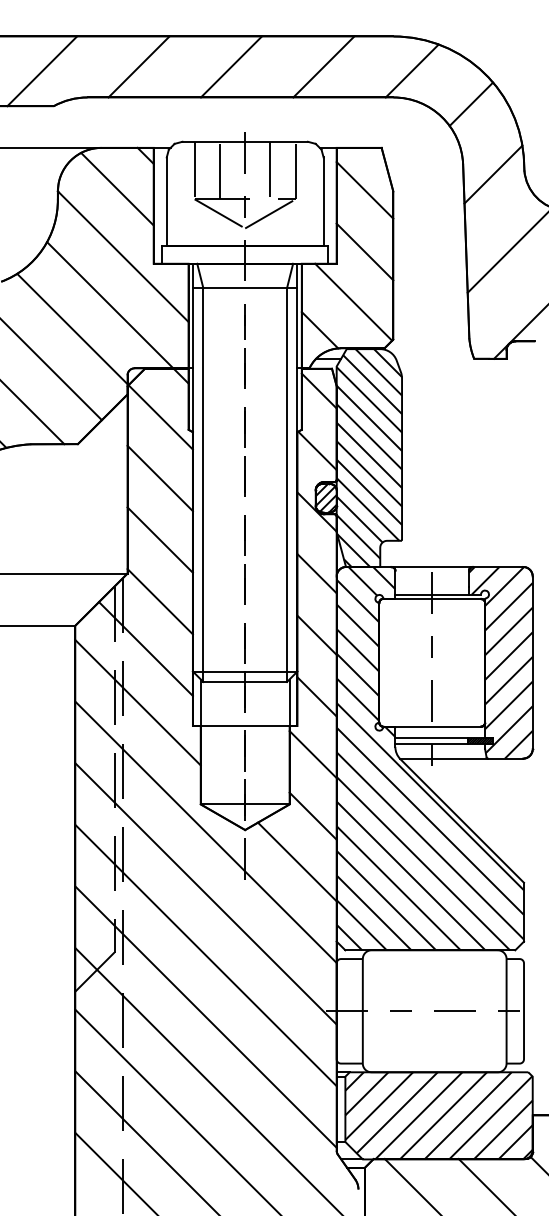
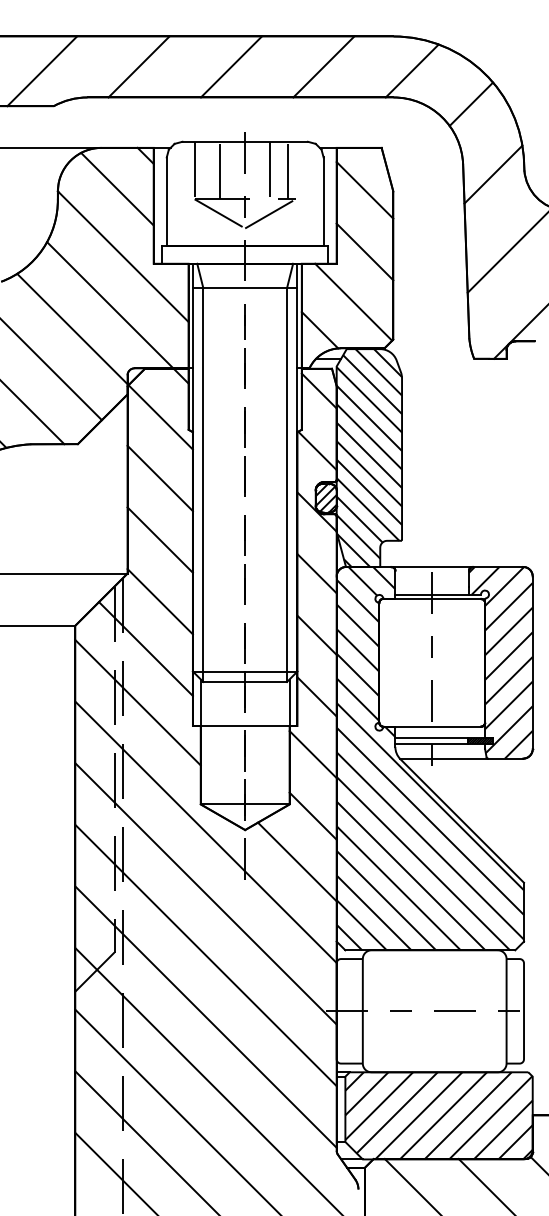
line at (295, 170) position: (295, 170) -> (287, 170)
